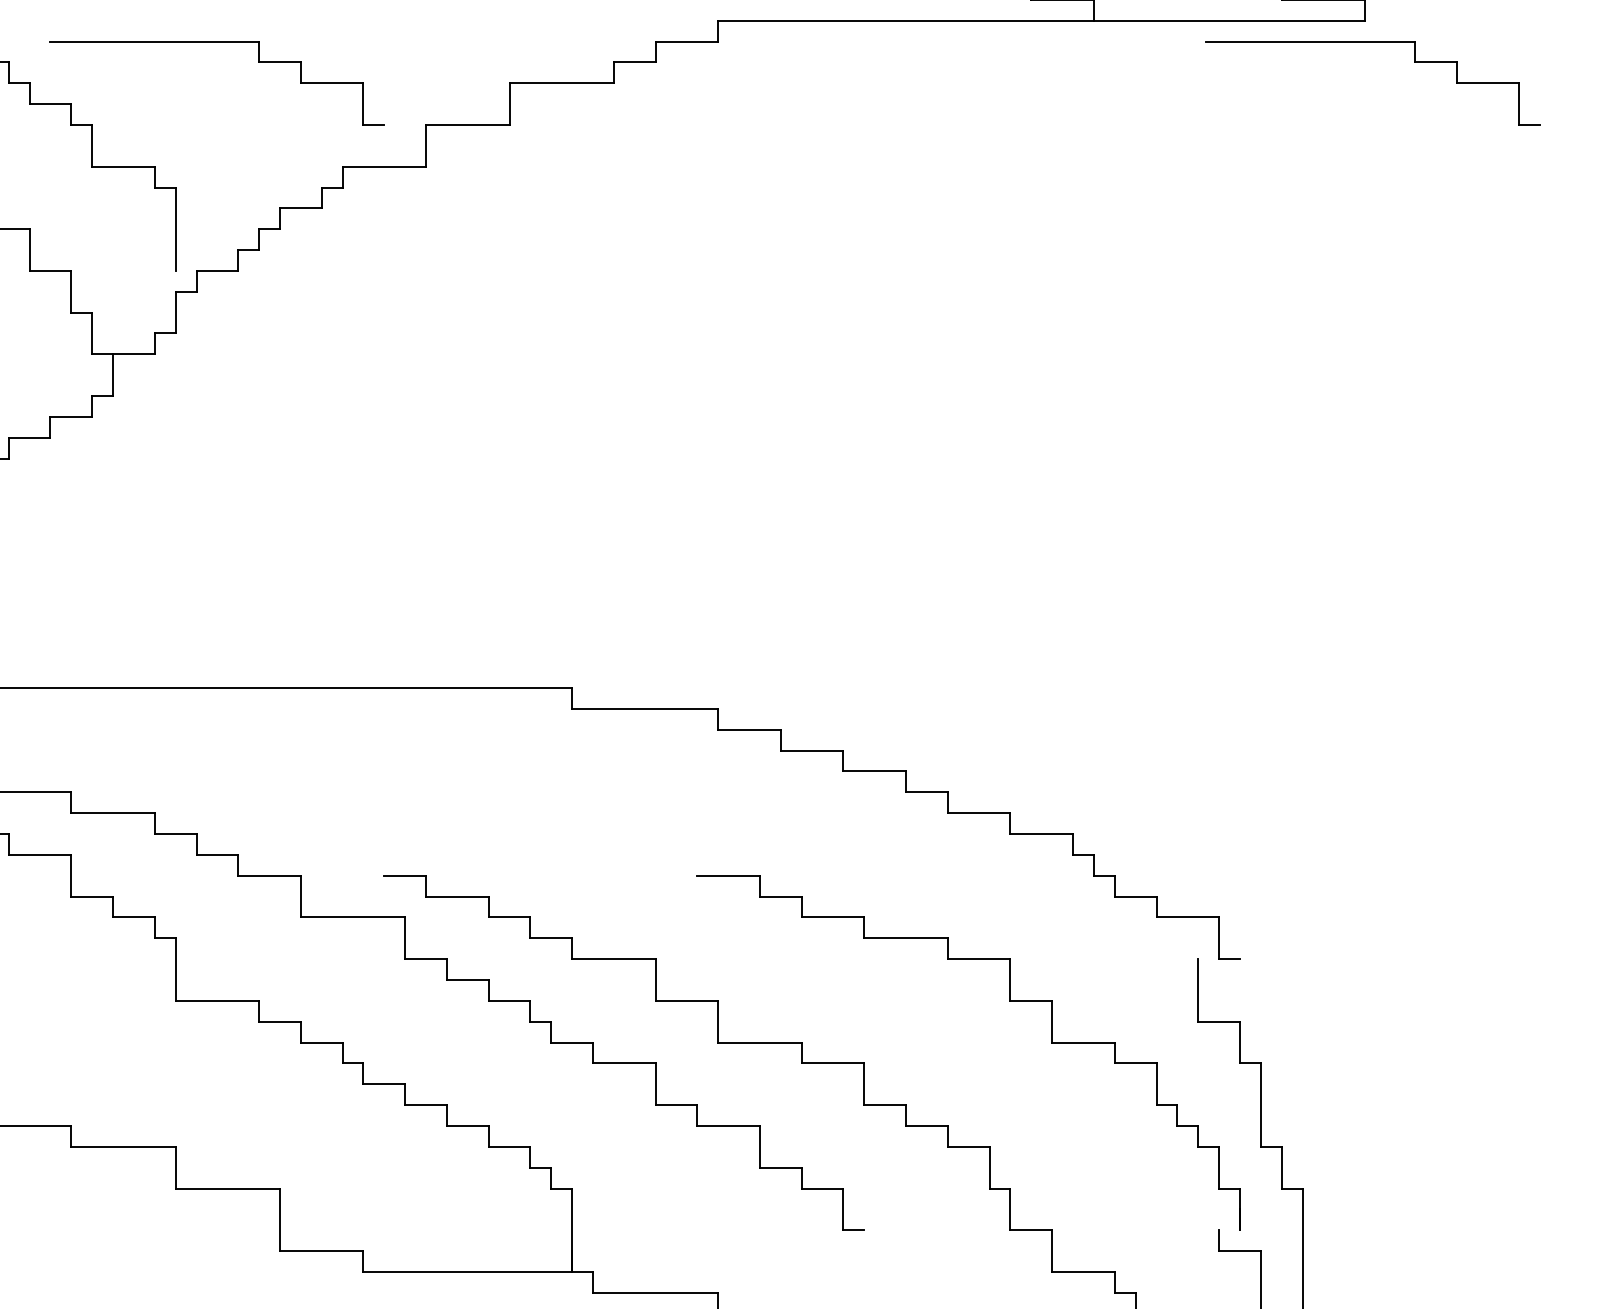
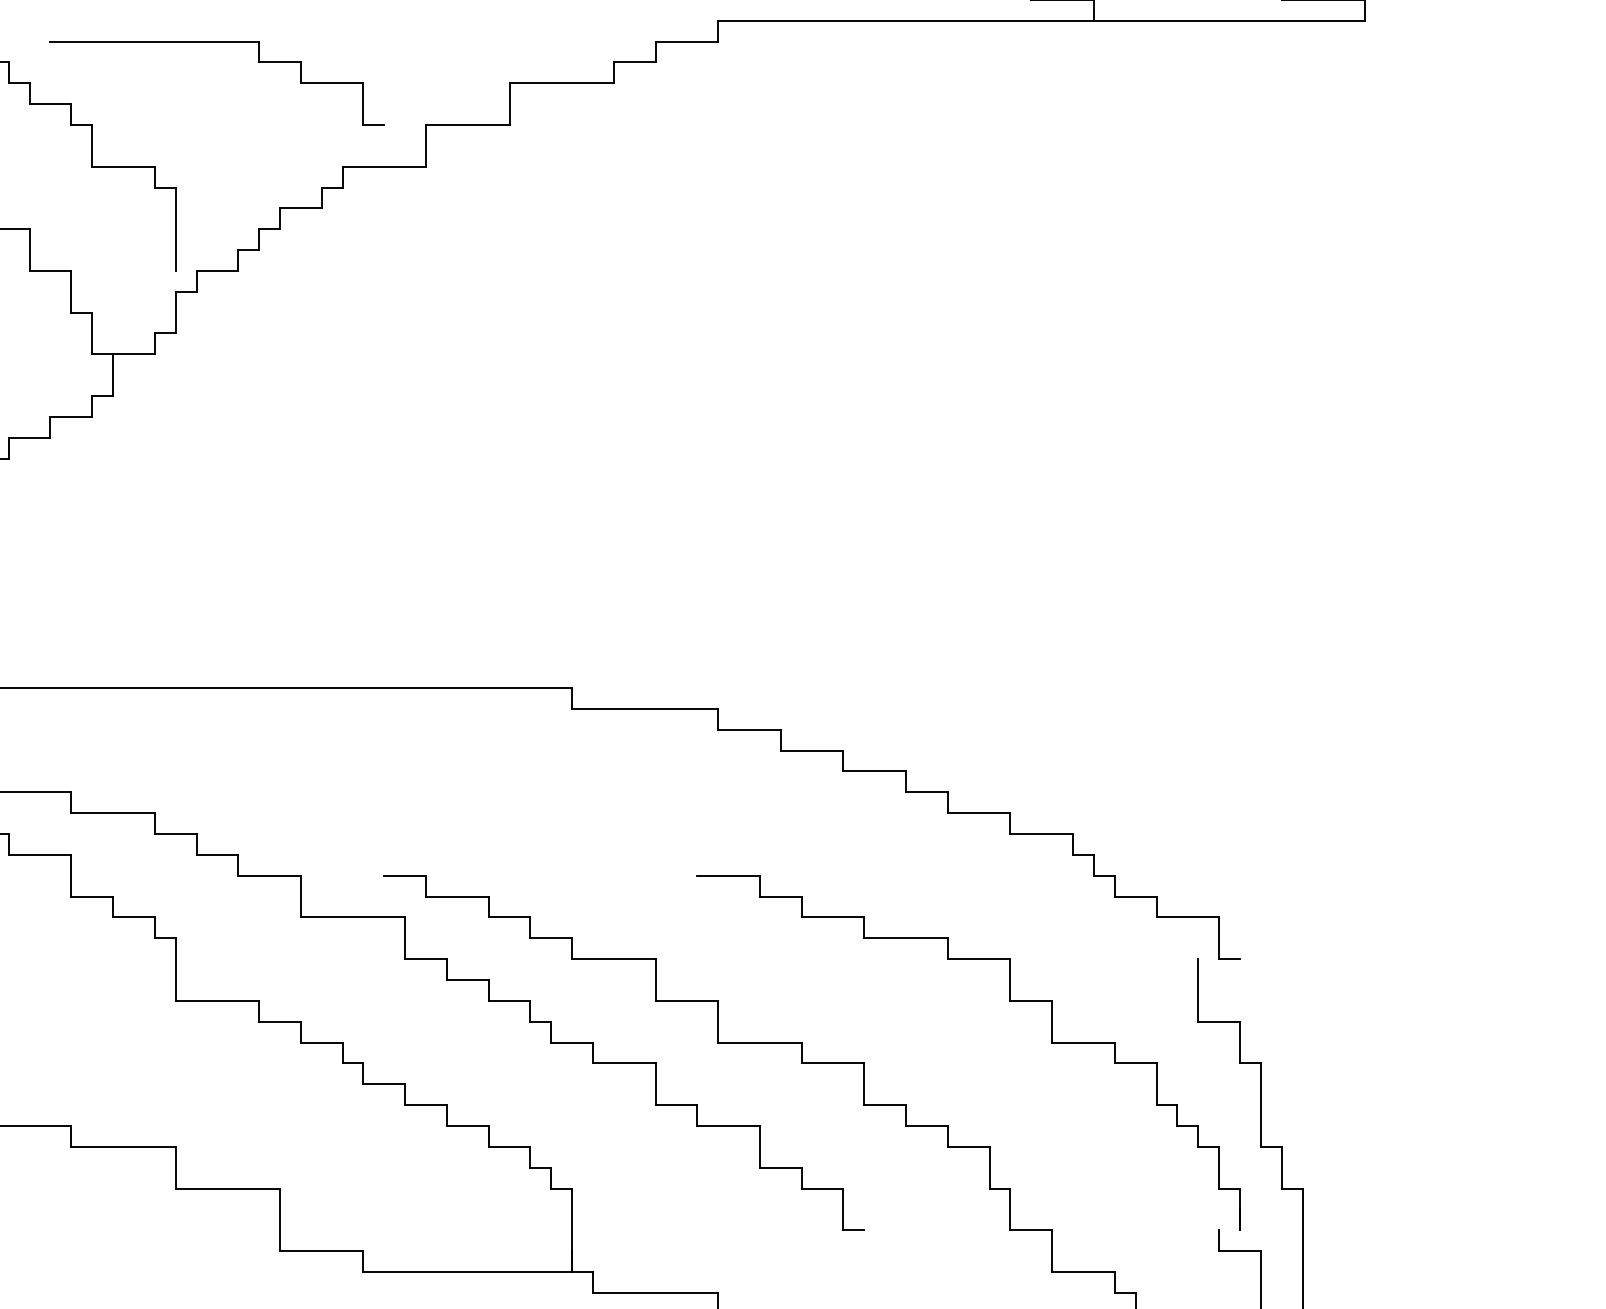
part at (1372, 42): present -> none
